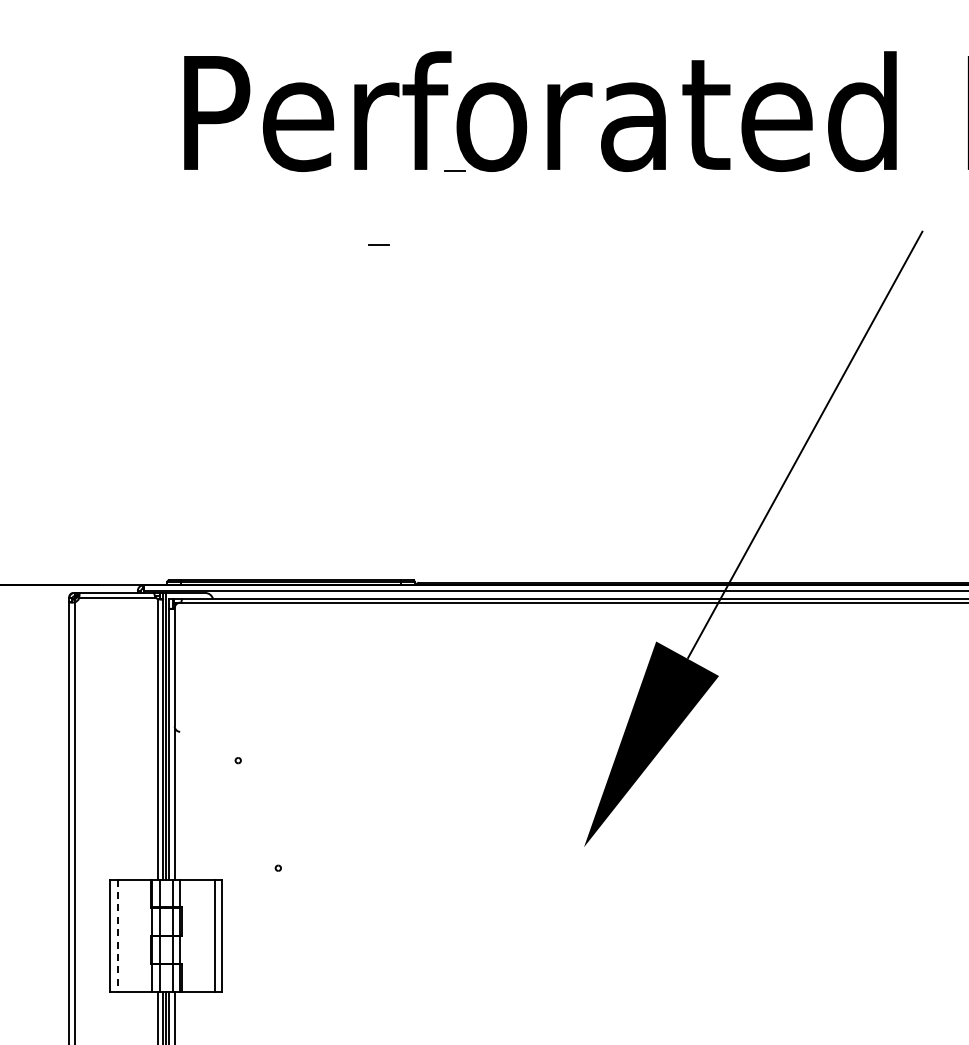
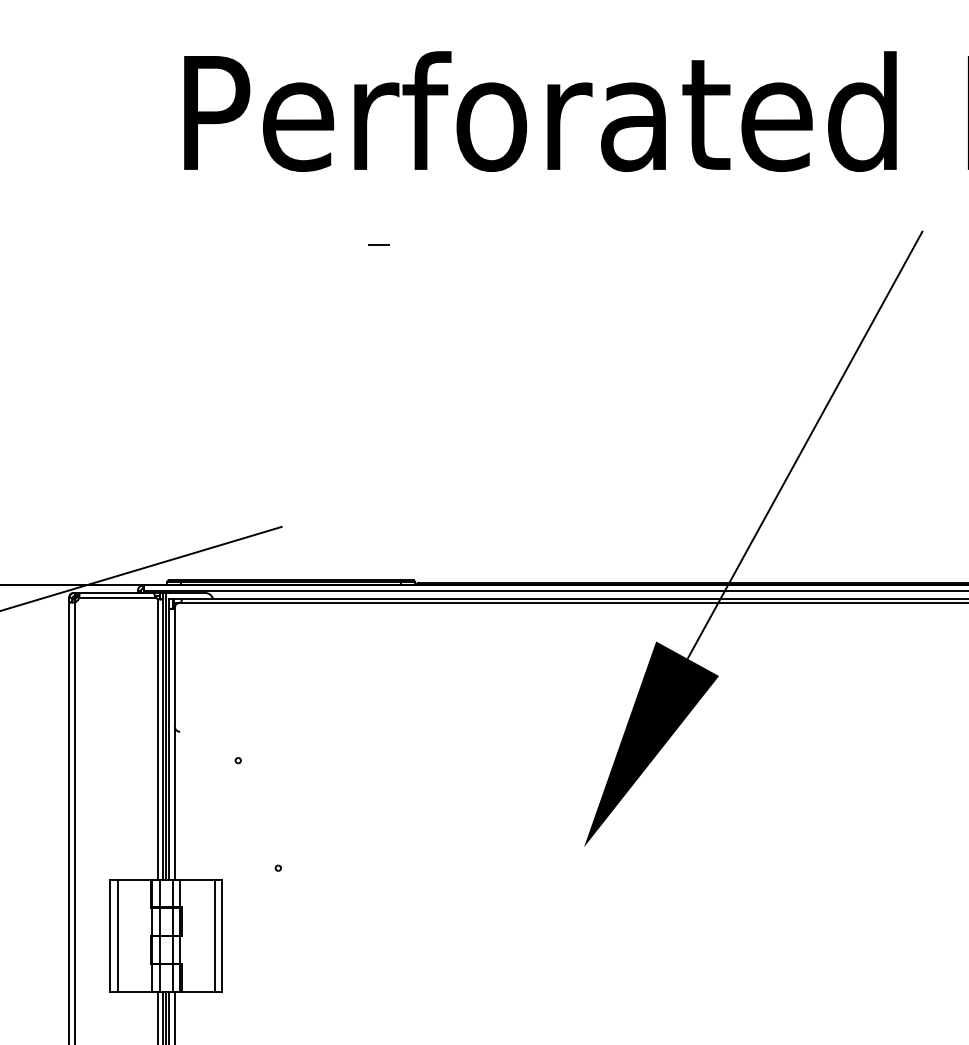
line at (454, 170): present -> none
line at (141, 568): none -> present
line at (117, 936): dashed -> solid
